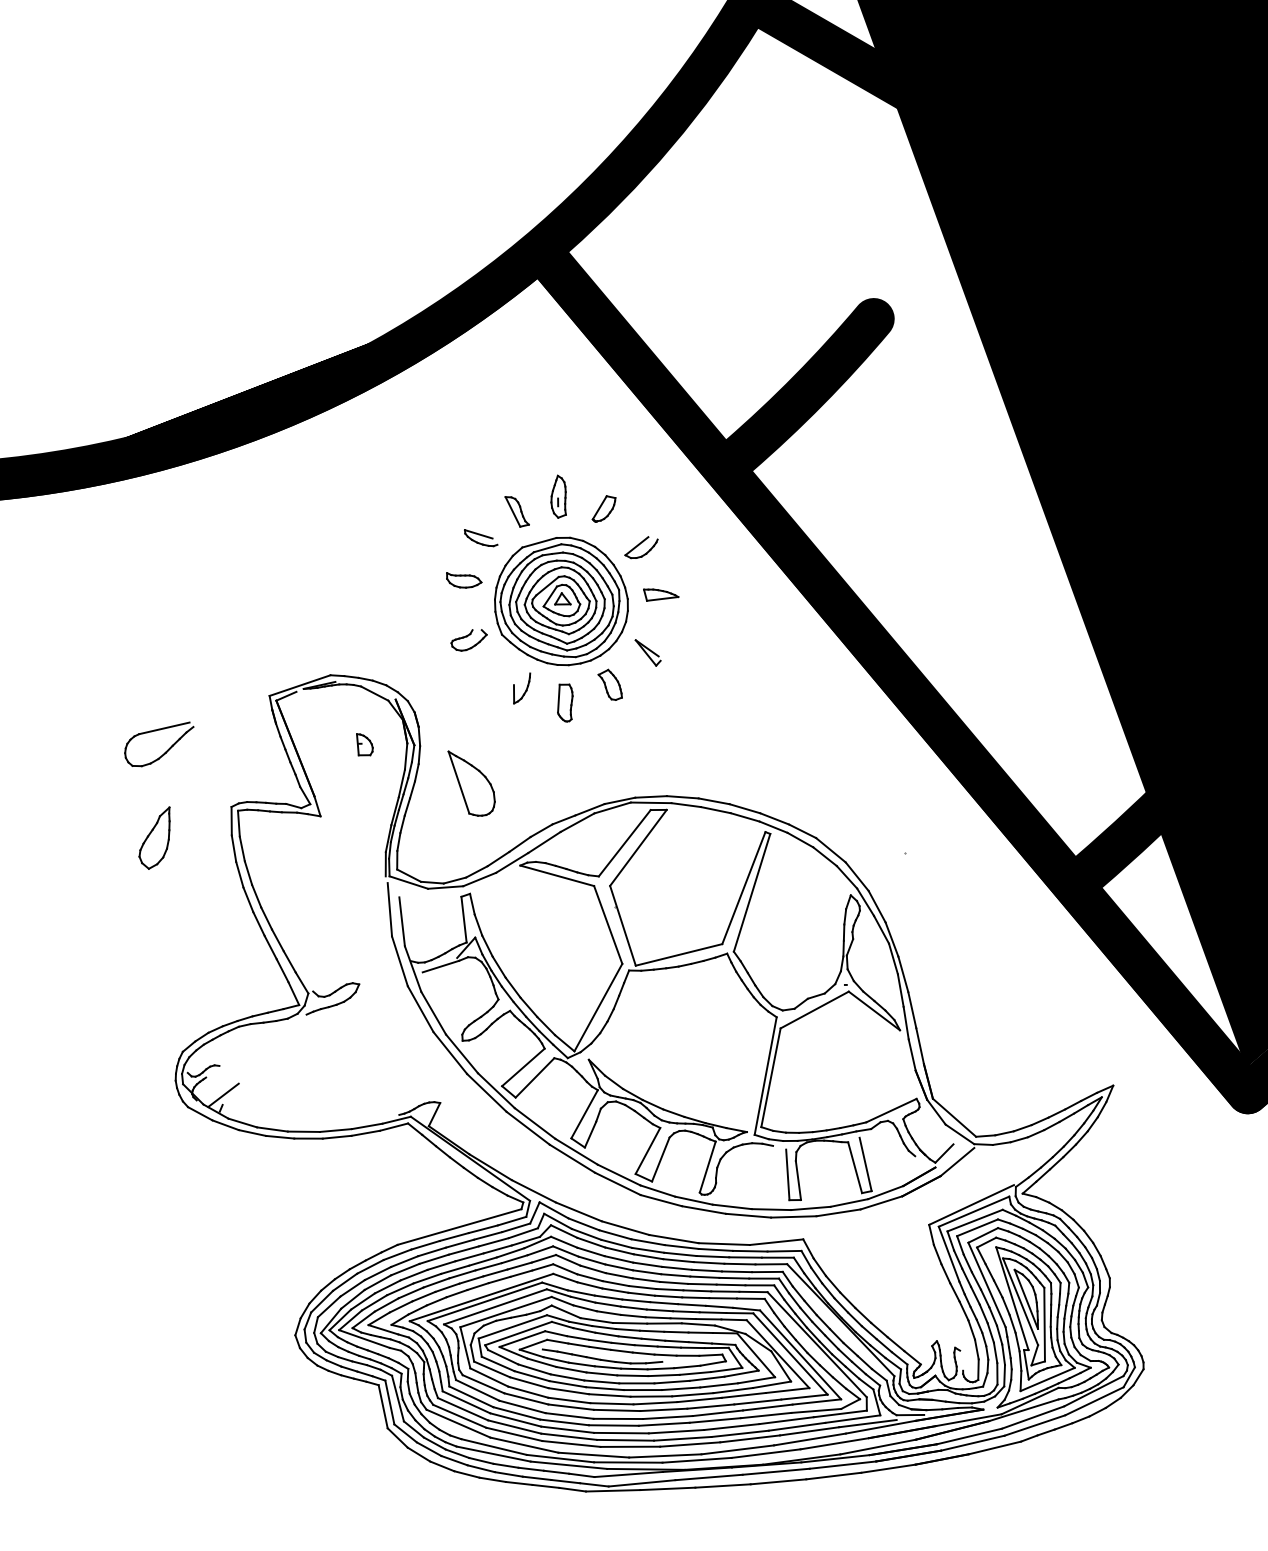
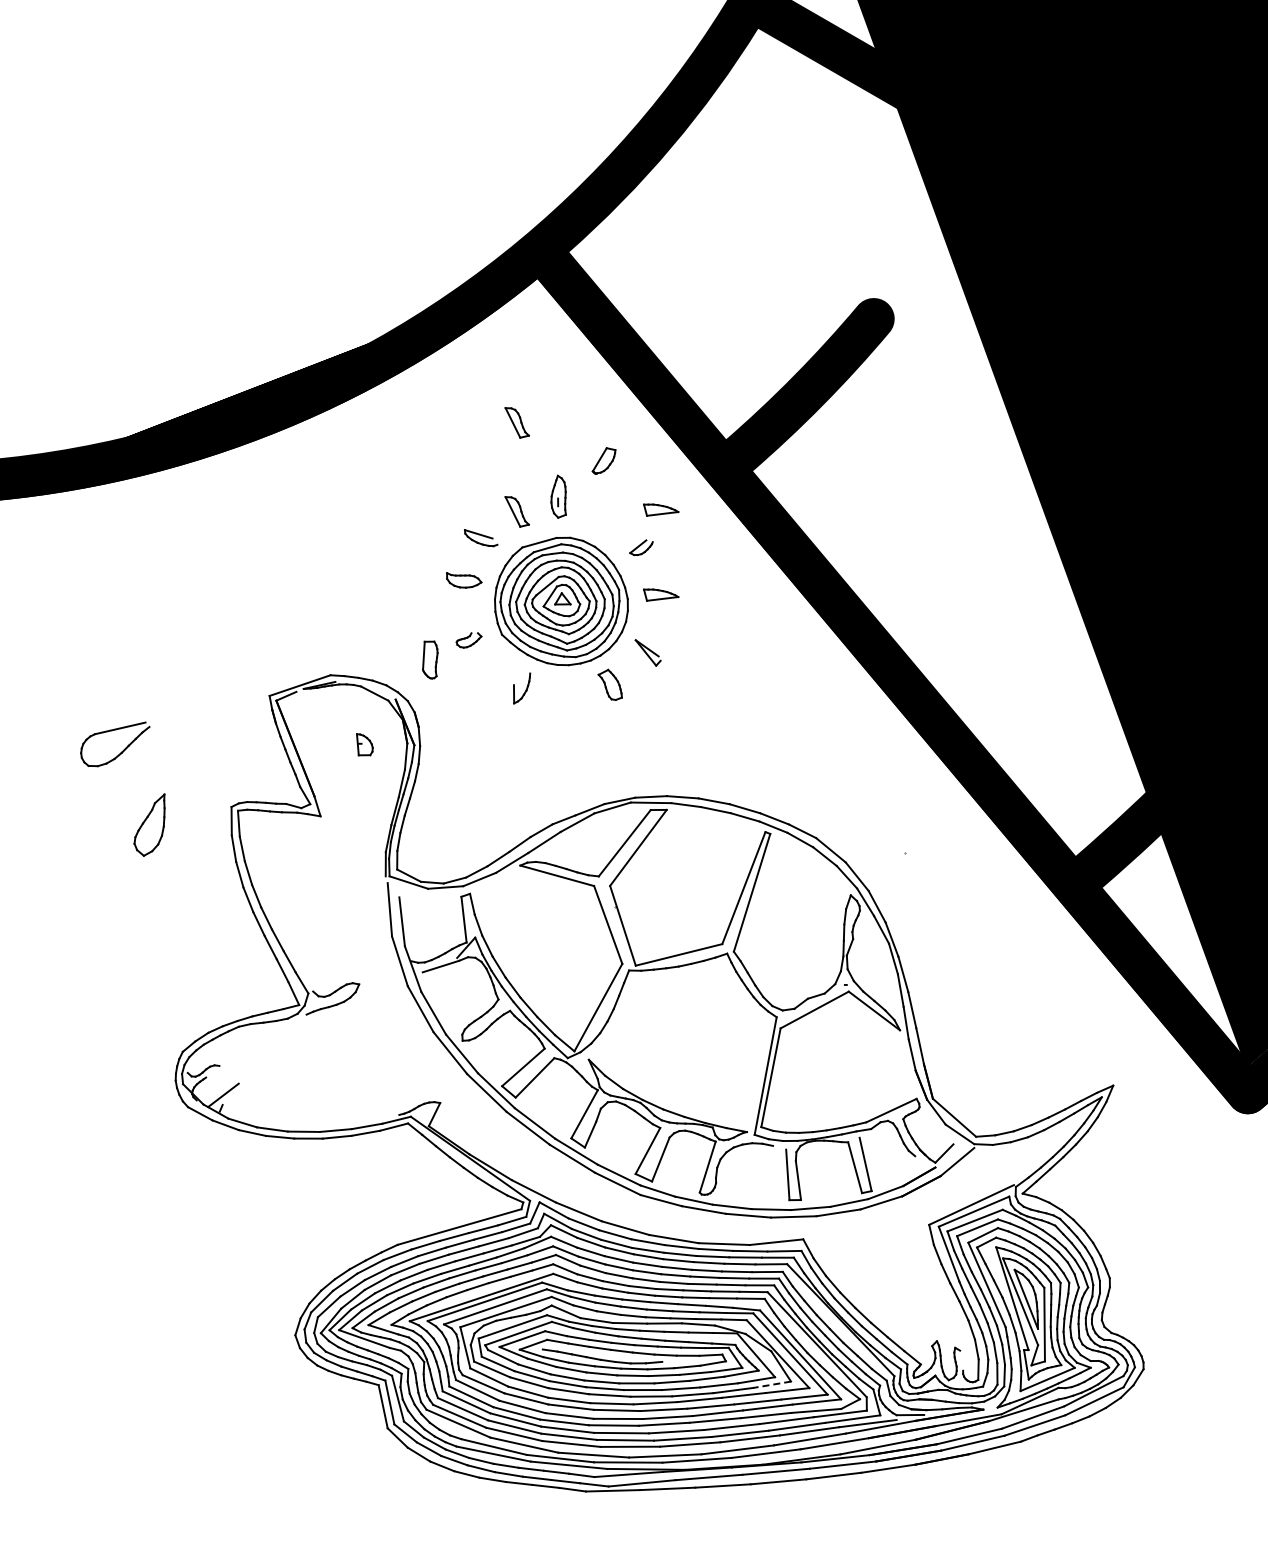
part at (516, 422): none -> present
part at (603, 508) position: (603, 508) -> (603, 460)
part at (661, 509): none -> present
part at (641, 547) size: 35x24 px -> 25x18 px
part at (468, 640) size: 38x23 px -> 28x17 px
part at (565, 702) position: (565, 702) -> (430, 659)
part at (166, 750) position: (166, 750) -> (122, 750)
part at (471, 783): present -> none
part at (154, 837) position: (154, 837) -> (149, 824)
line at (771, 1384): solid -> dashed
